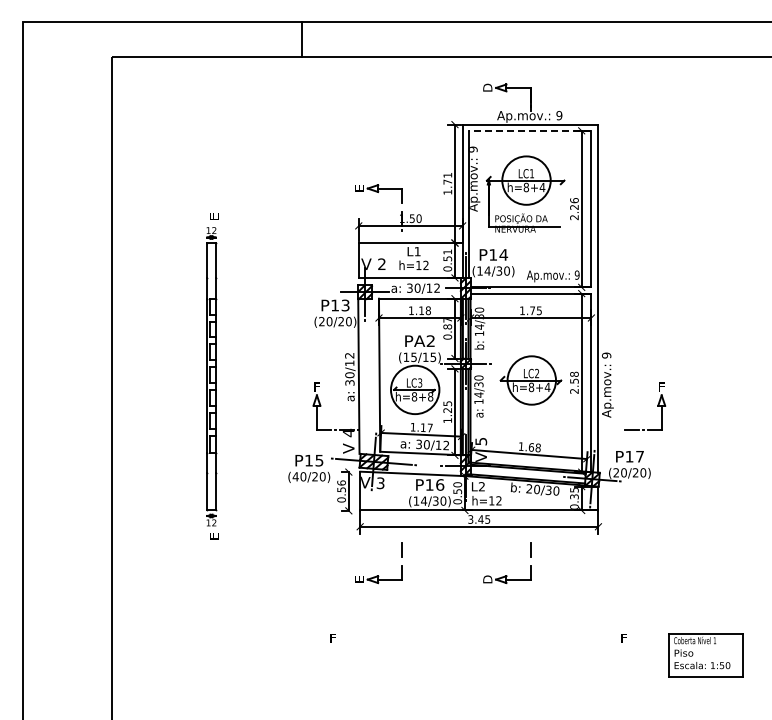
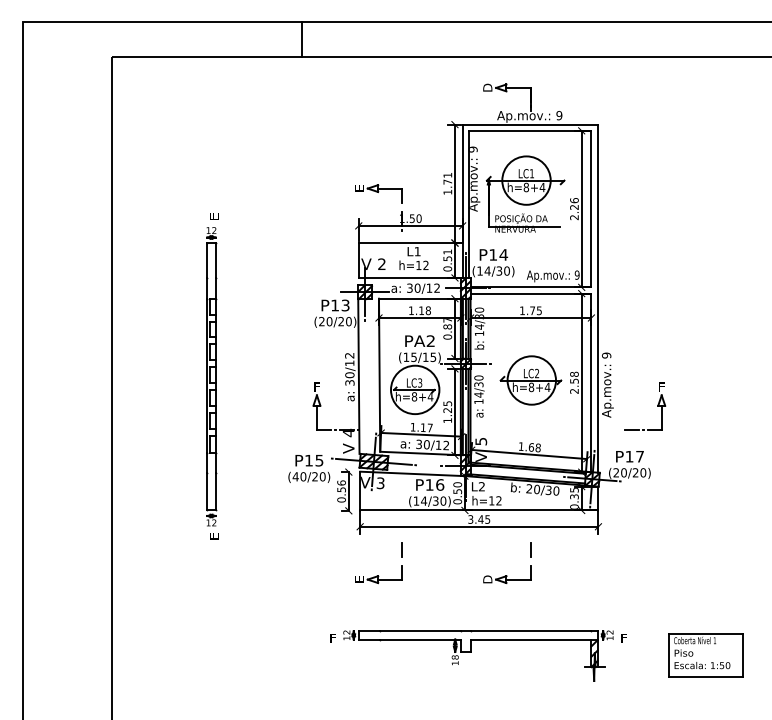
line at (529, 130): dashed -> solid
text at (430, 396): h=8+8 -> h=8+4
part at (471, 652): none -> present
